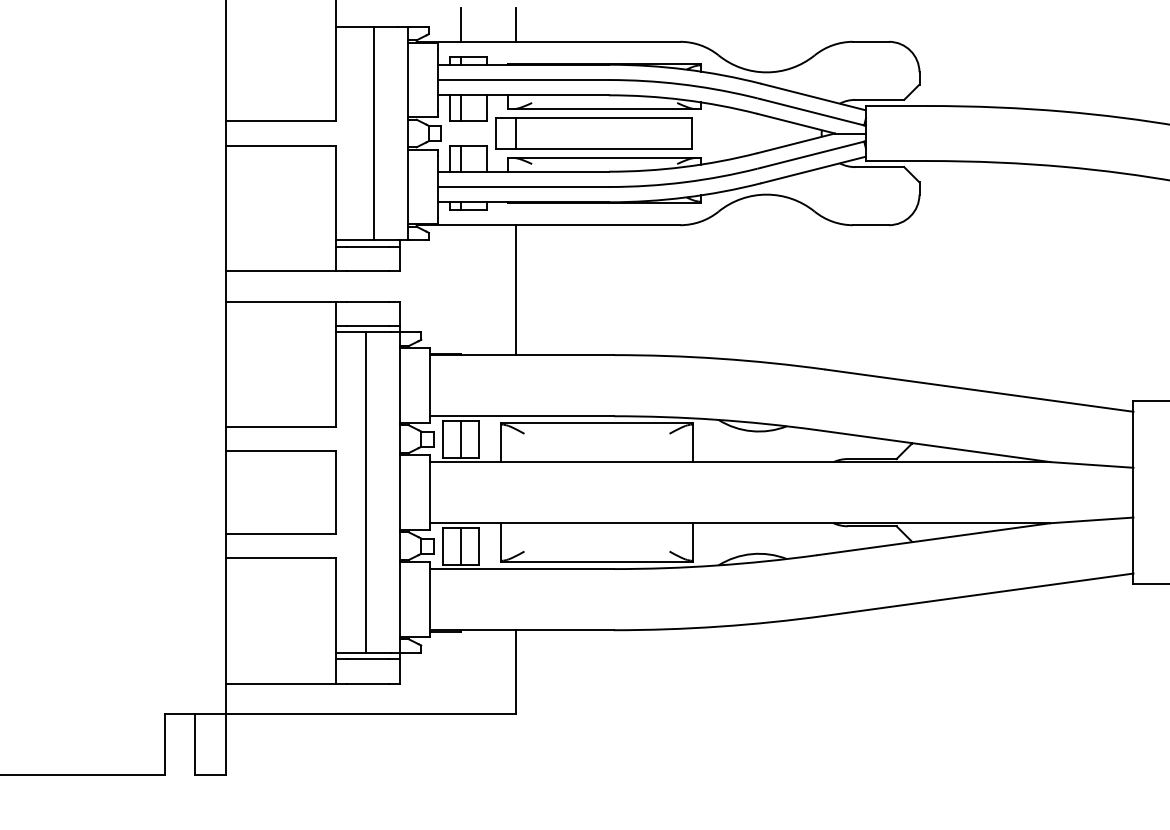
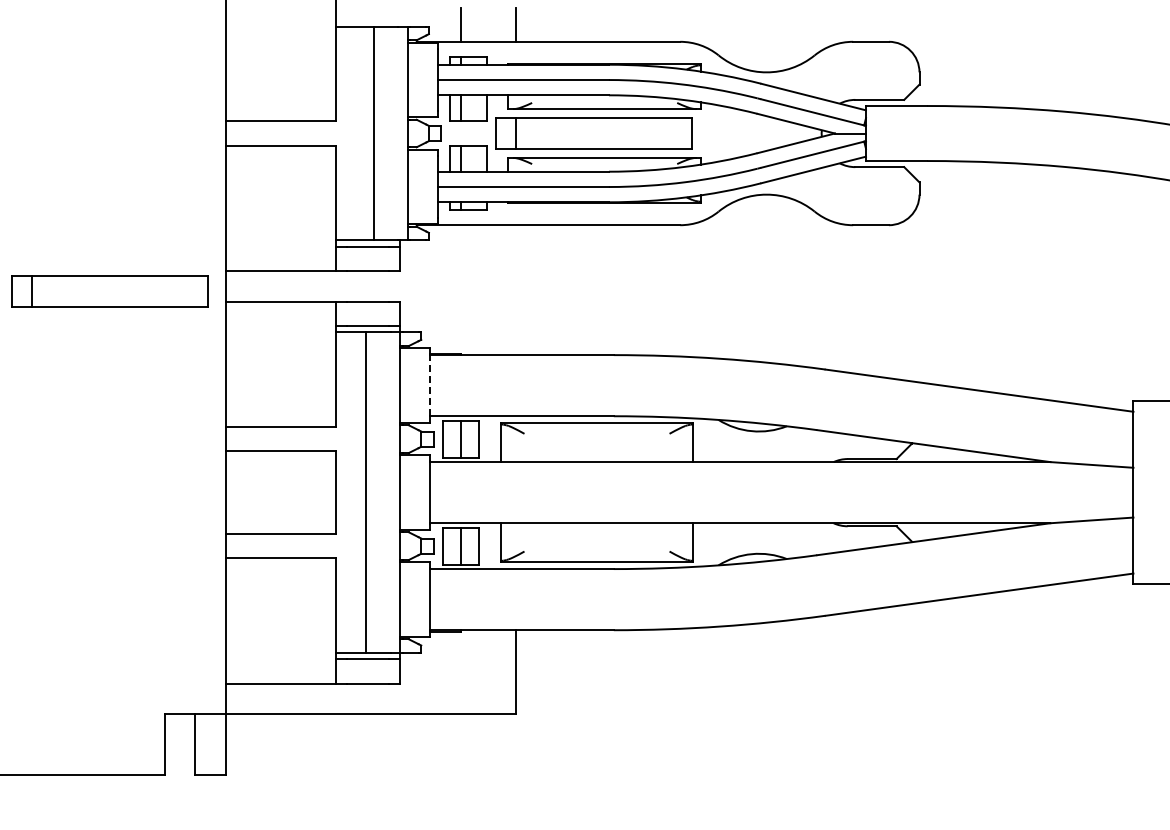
line at (516, 290): present -> none
part at (109, 291): none -> present
line at (430, 386): solid -> dashed
